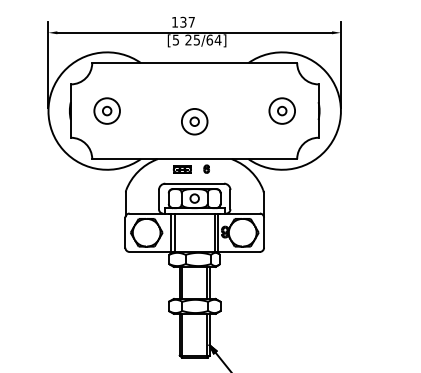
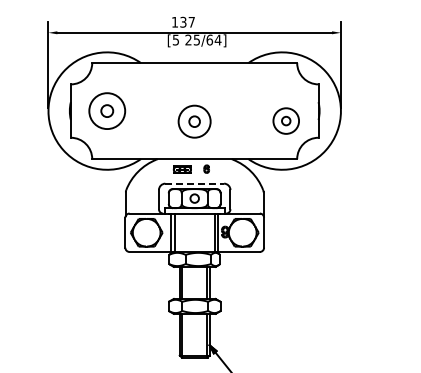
part at (106, 110) size: 28x28 px -> 39x38 px
part at (281, 110) position: (281, 110) -> (285, 120)
part at (194, 121) size: 28x28 px -> 35x35 px
line at (195, 183): solid -> dashed
